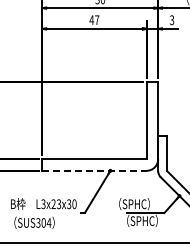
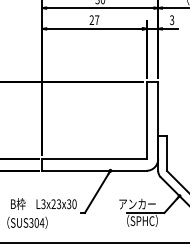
text at (91, 19): 47 -> 27
line at (95, 170): dashed -> solid
text at (137, 204): （SPHC） -> アンカー
text at (34, 222) position: (34, 222) -> (27, 222)
